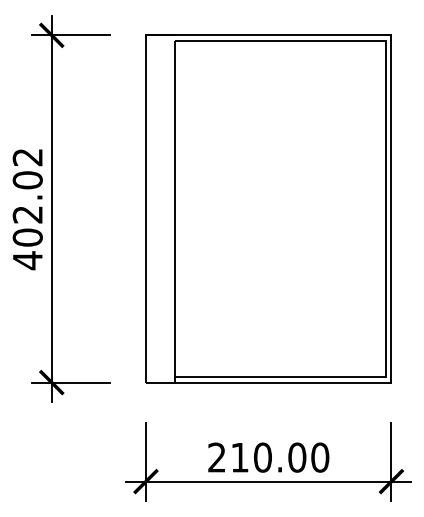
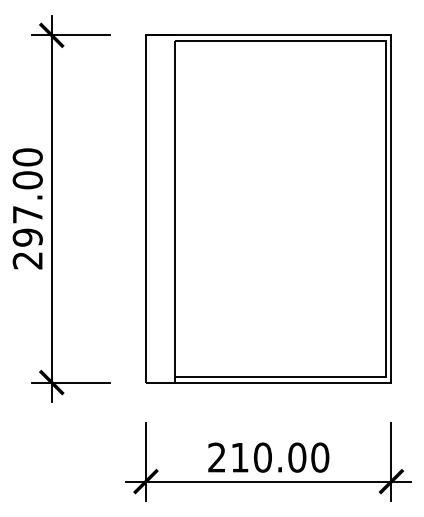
text at (27, 209): 402.02 -> 297.00
